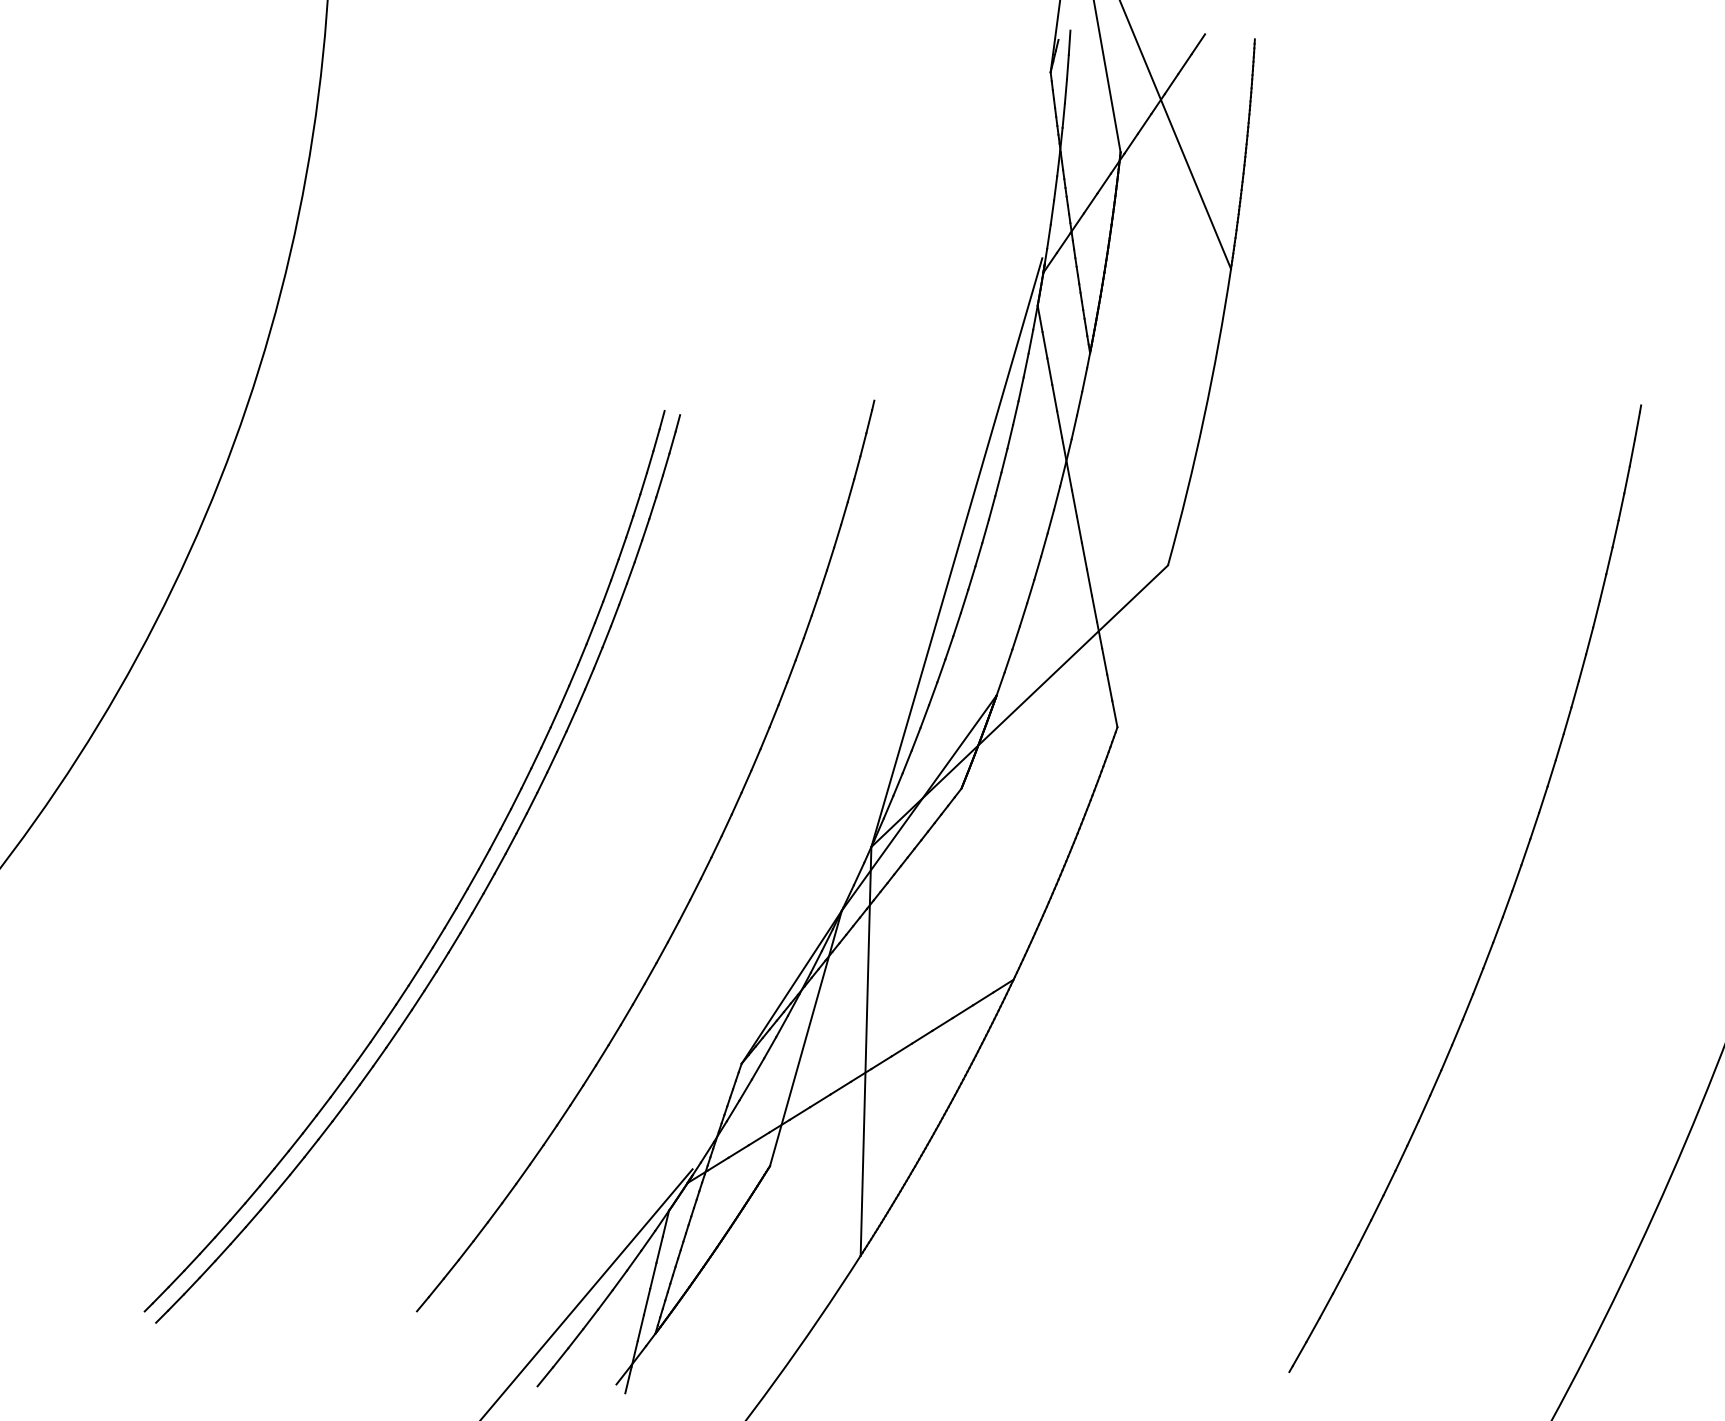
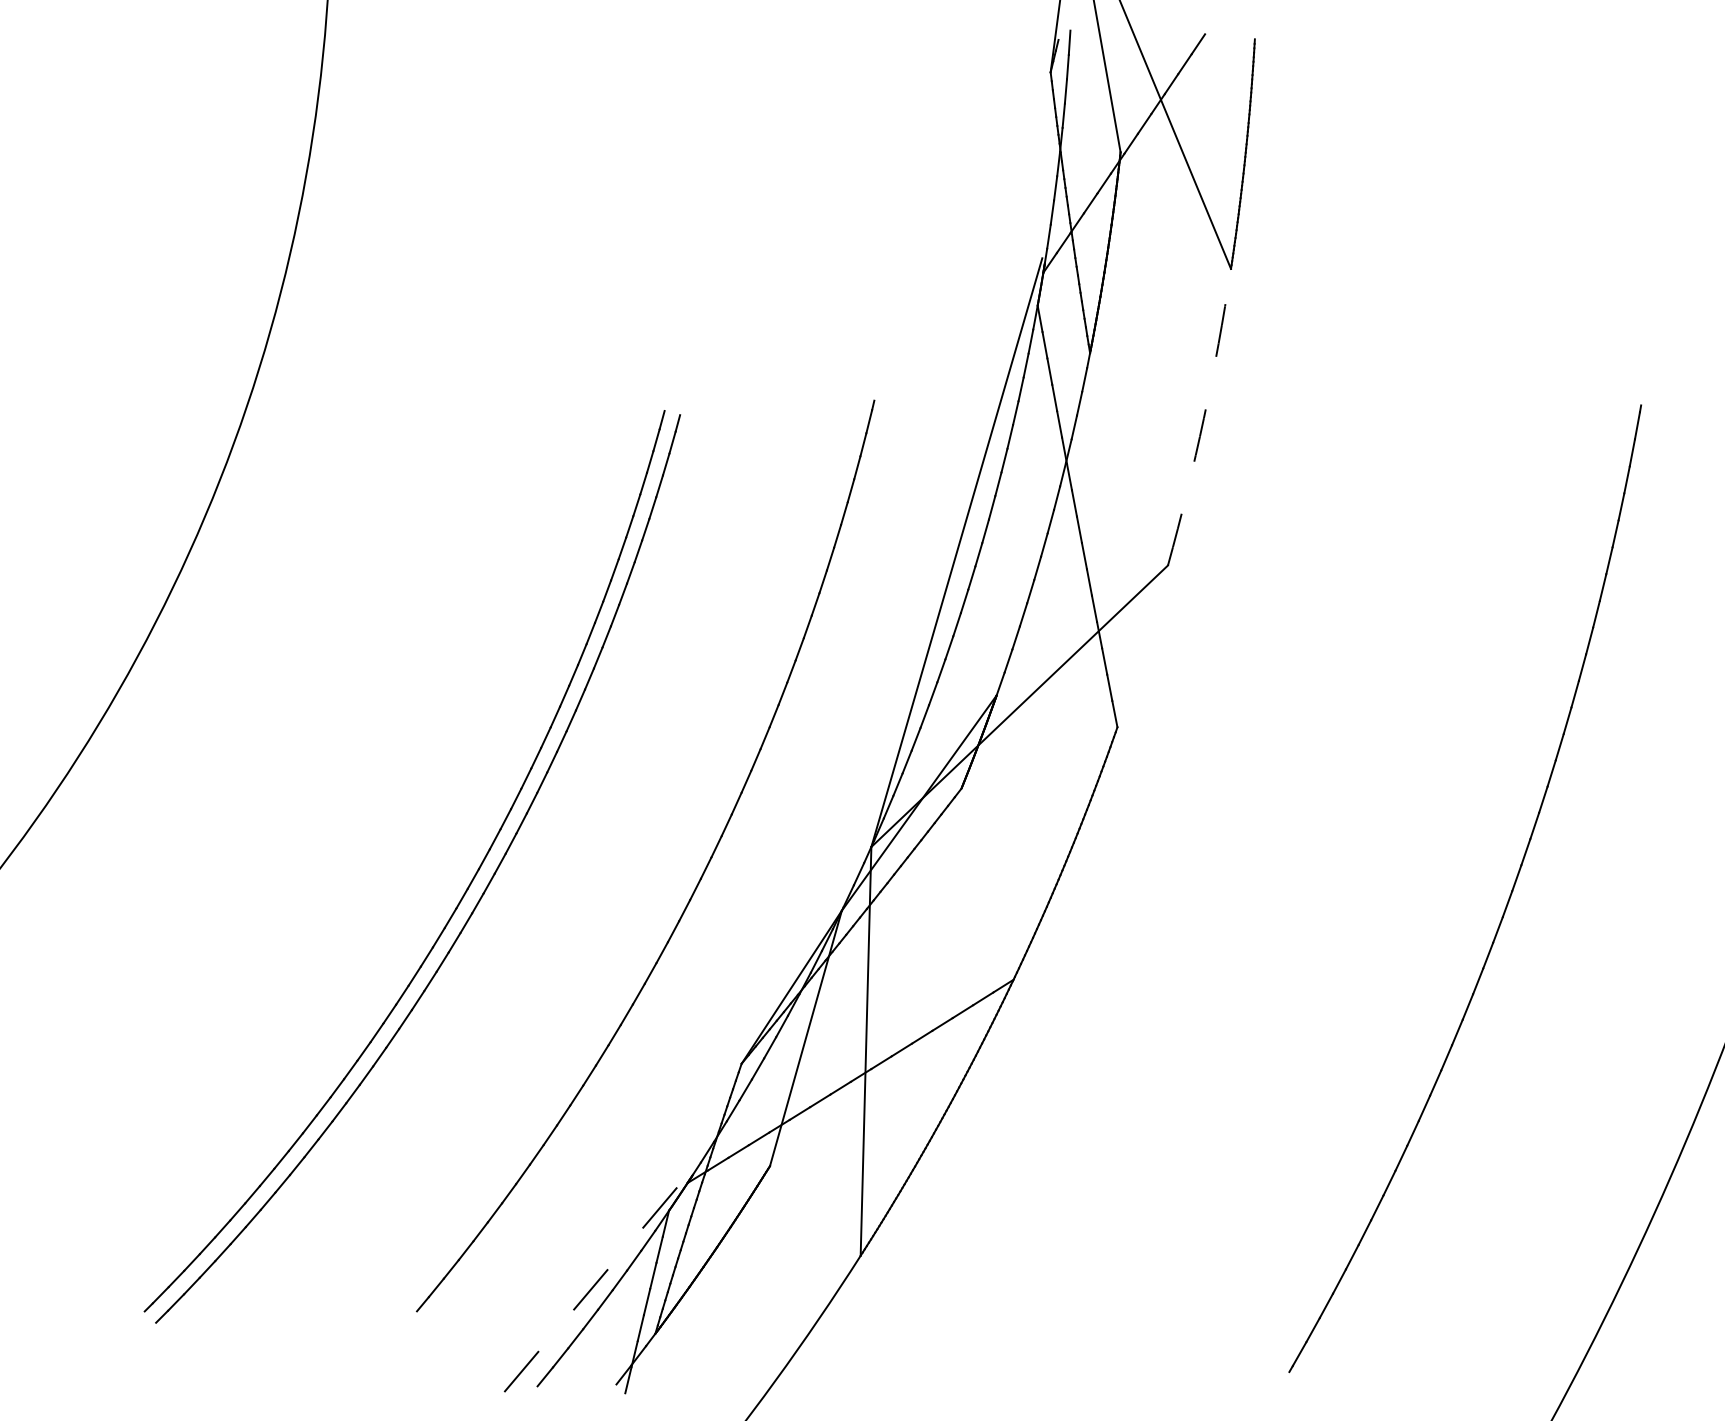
arc at (1203, 418): solid -> dashed
line at (586, 1295): solid -> dashed
